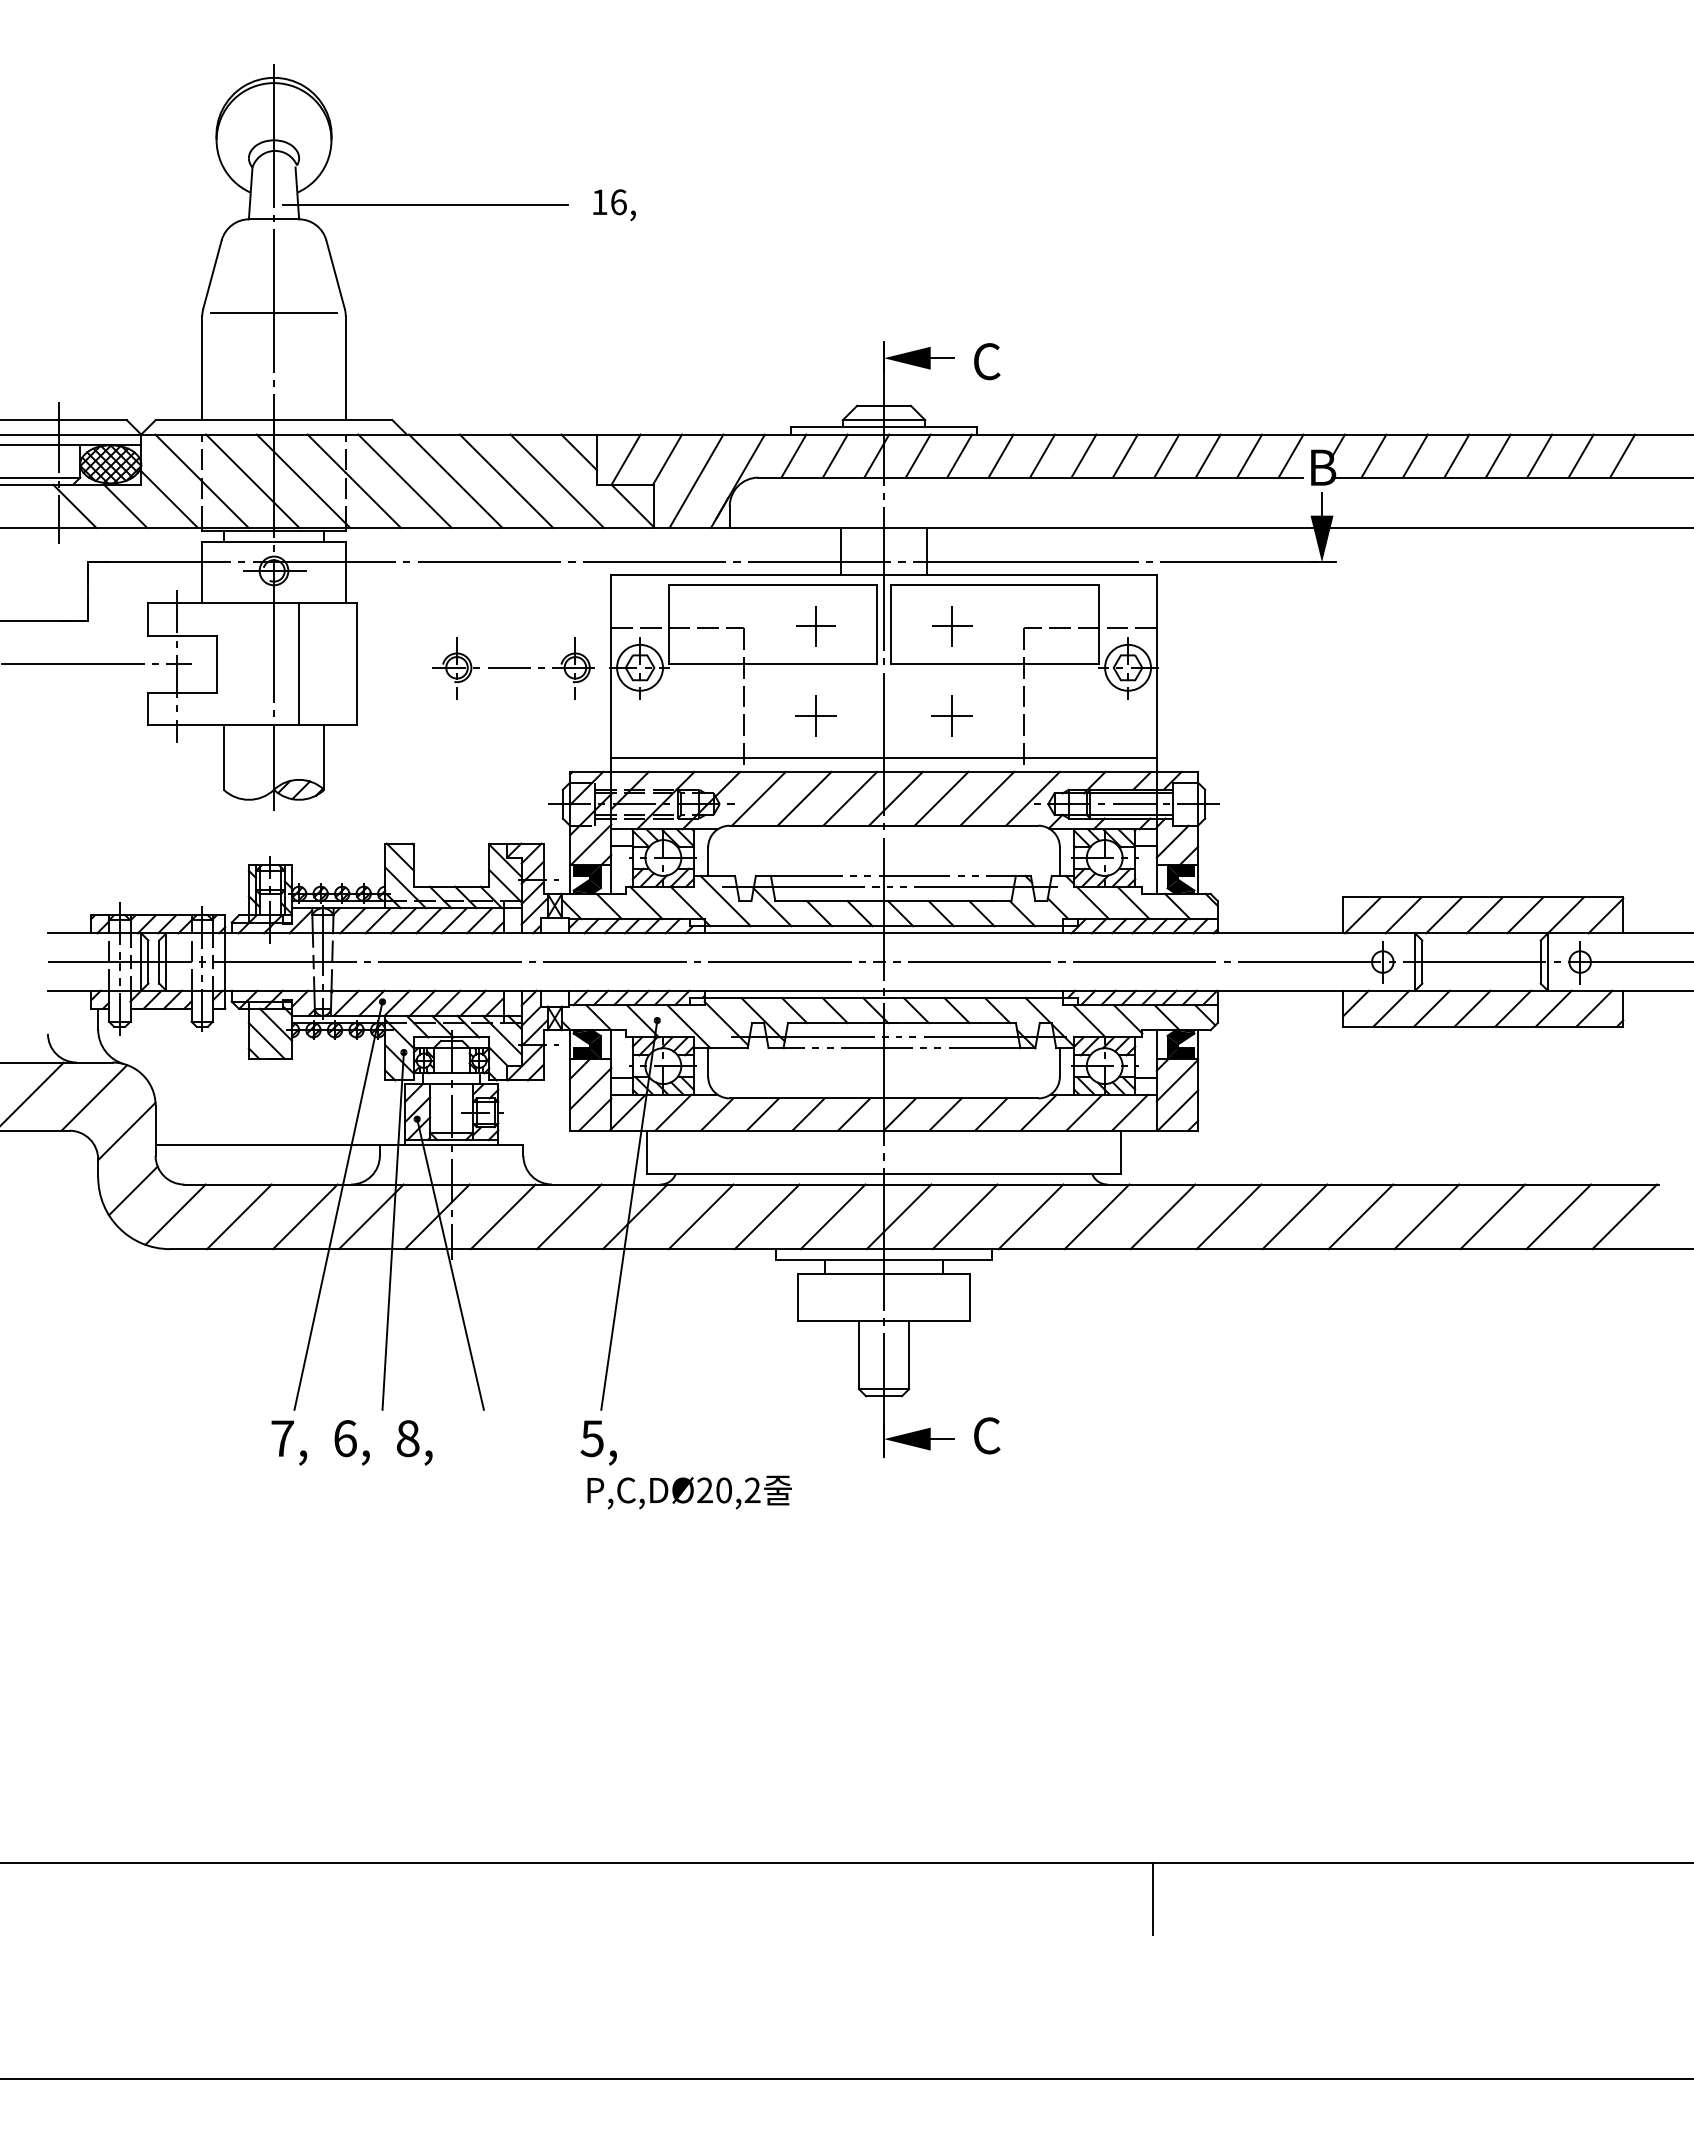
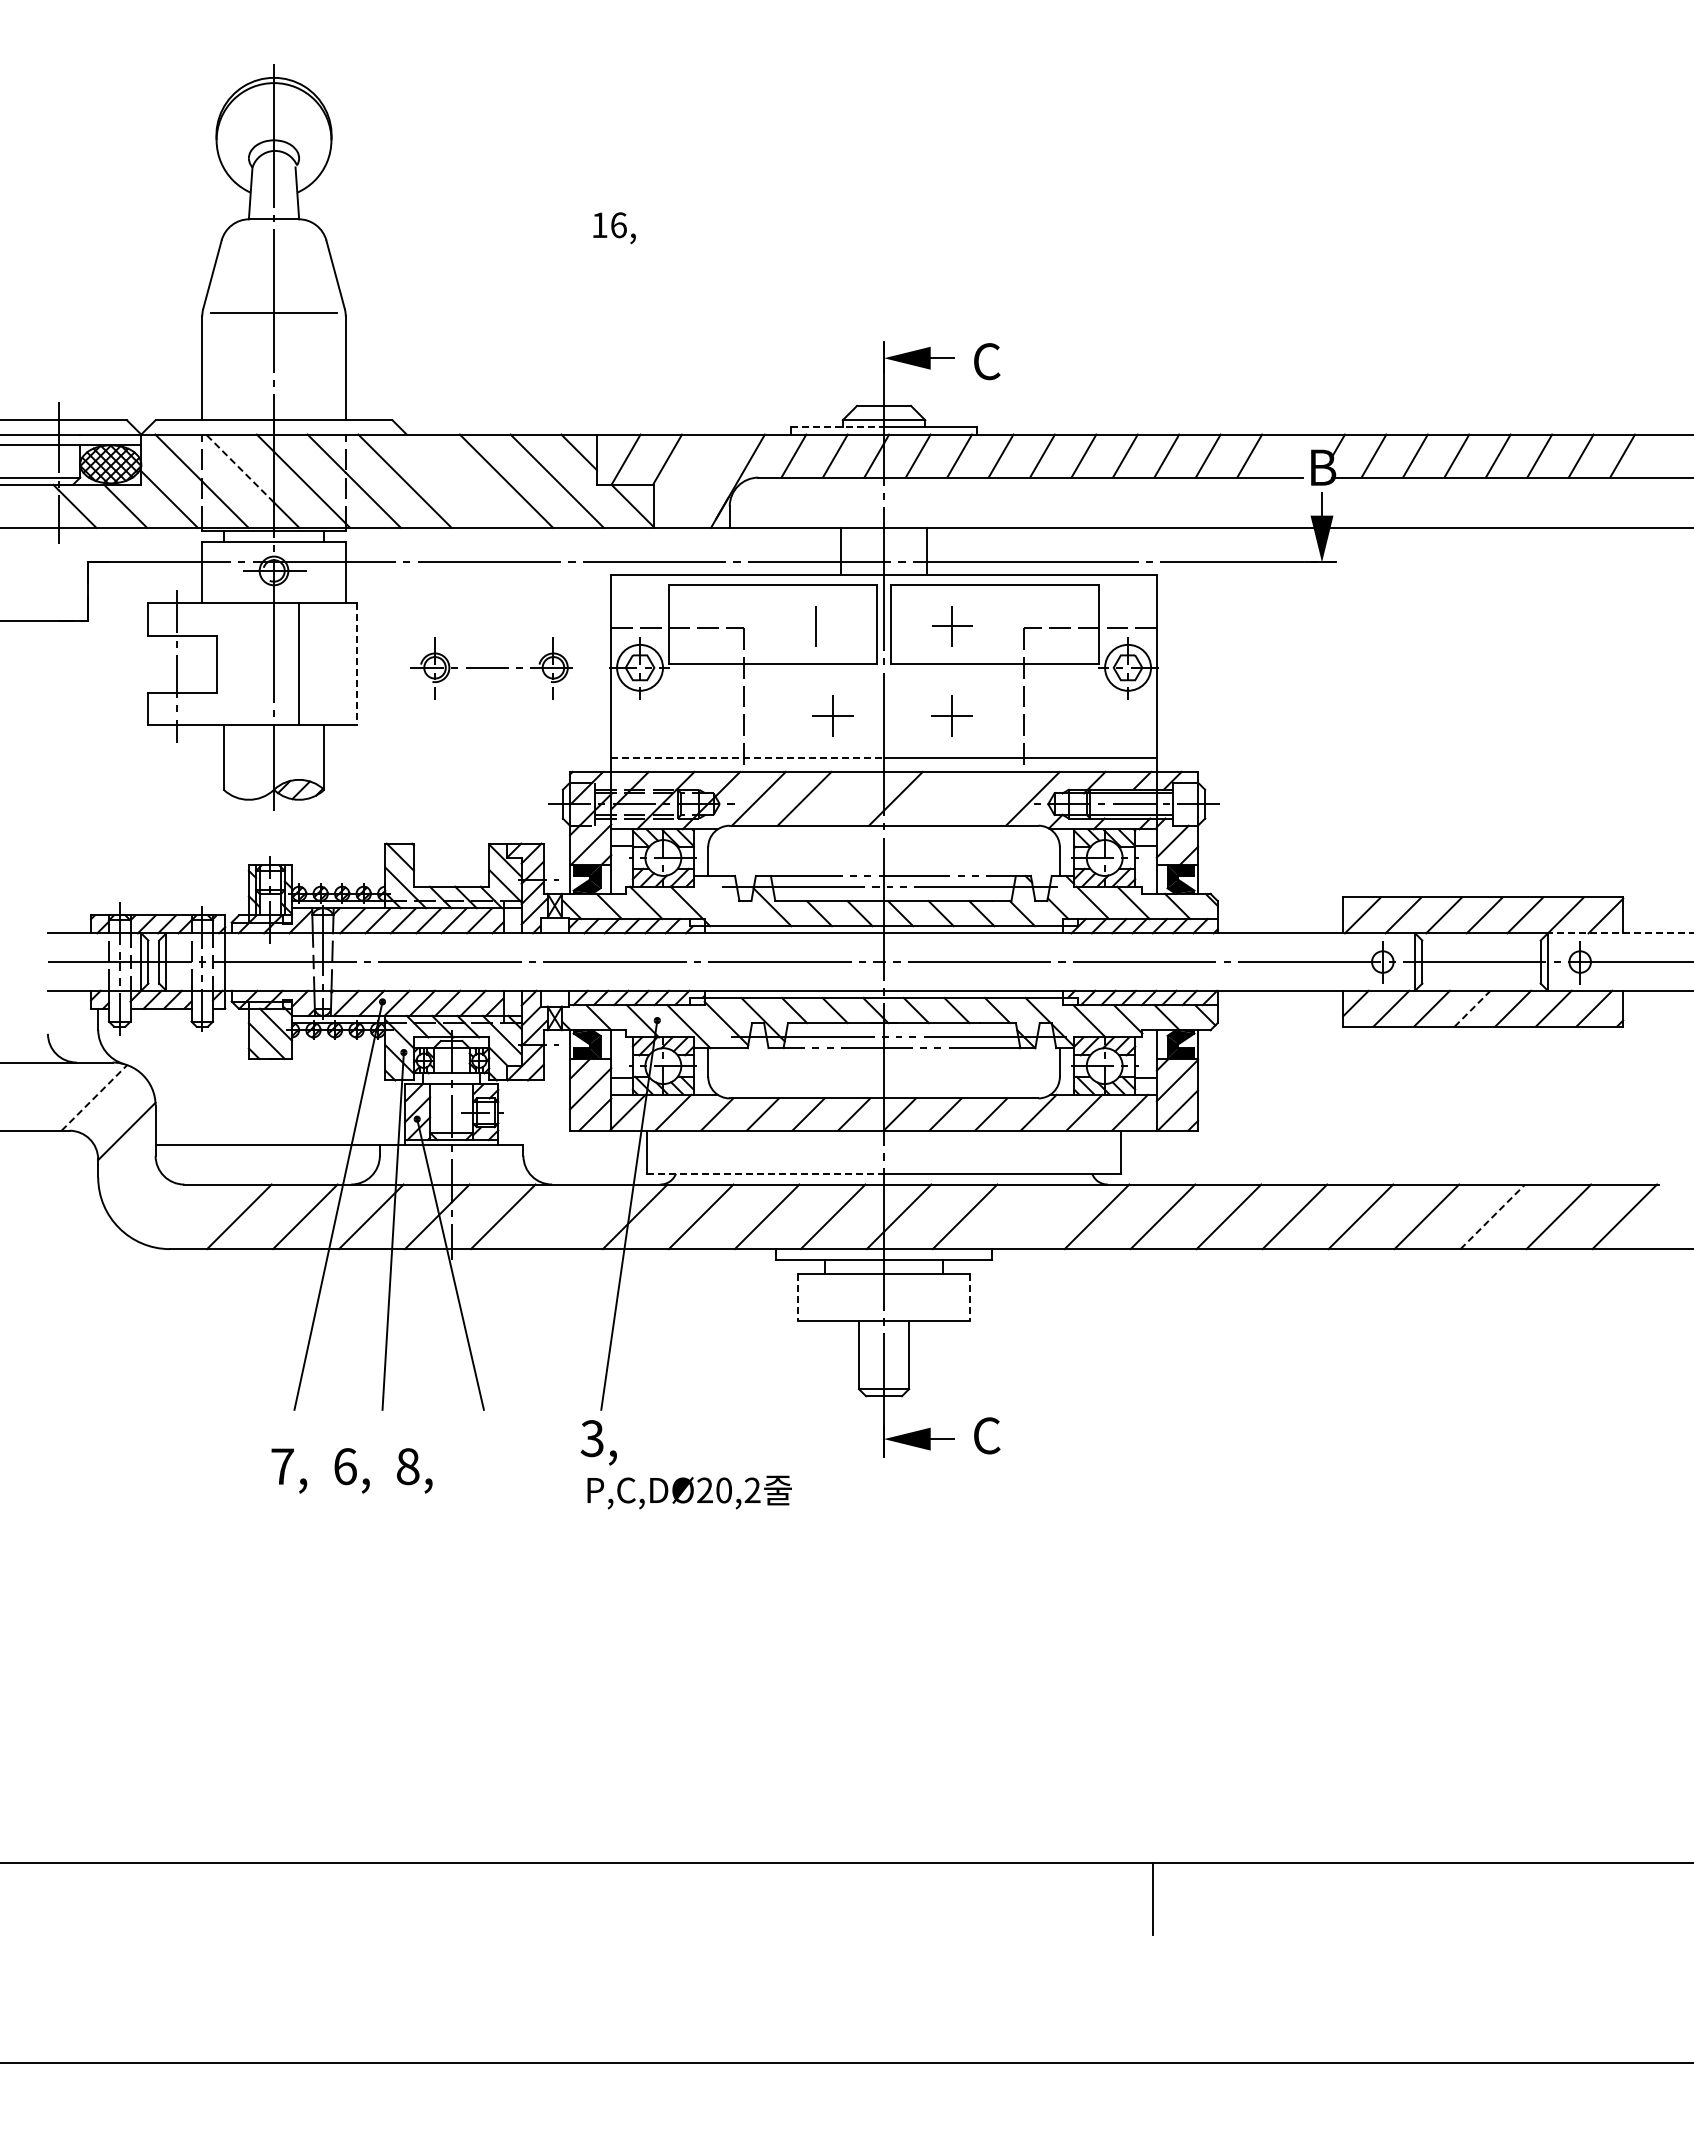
line at (425, 204): present -> none
text at (614, 205) position: (614, 205) -> (614, 228)
line at (837, 427): solid -> dashed
line at (1290, 455): present -> none
line at (239, 468): solid -> dashed
line at (455, 480): present -> none
line at (696, 480): present -> none
line at (815, 626): present -> none
line at (96, 664): present -> none
line at (356, 664): solid -> dashed
part at (513, 668) position: (513, 668) -> (491, 668)
part at (815, 715) position: (815, 715) -> (832, 715)
line at (748, 757): solid -> dashed
line at (850, 798): present -> none
line at (941, 798): present -> none
line at (987, 798): present -> none
line at (725, 900): present -> none
line at (1620, 933): solid -> dashed
line at (1472, 1008): solid -> dashed
line at (32, 1093): present -> none
line at (94, 1097): solid -> dashed
line at (766, 1173): solid -> dashed
line at (133, 1190): present -> none
line at (175, 1214): present -> none
line at (568, 1216): present -> none
line at (1030, 1216): present -> none
line at (1492, 1216): solid -> dashed
line at (797, 1298): solid -> dashed
line at (970, 1298): solid -> dashed
text at (591, 1438): 5, -> 3,
text at (351, 1442) position: (351, 1442) -> (351, 1470)
line at (846, 2078) position: (846, 2078) -> (846, 2062)
